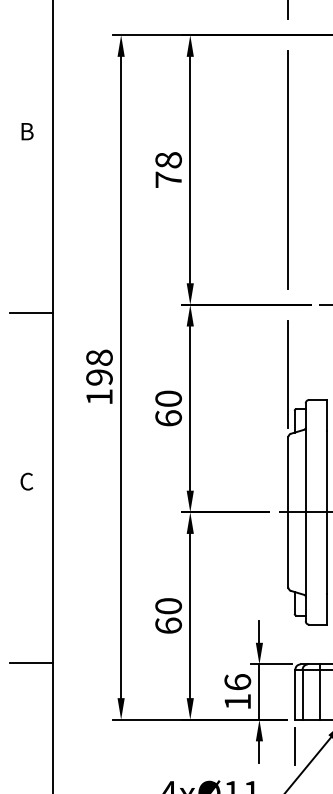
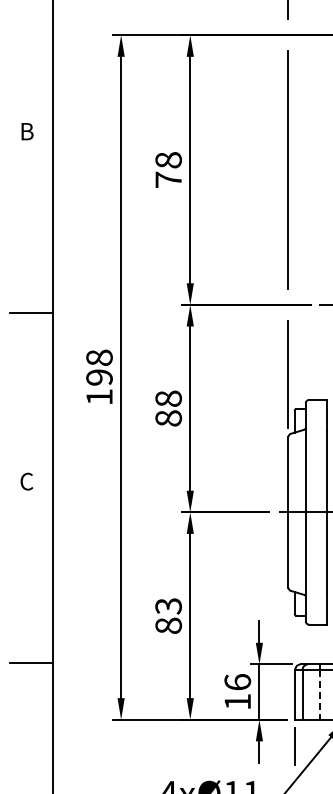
text at (168, 408): 60 -> 88
text at (168, 615): 60 -> 83
line at (319, 695): solid -> dashed
